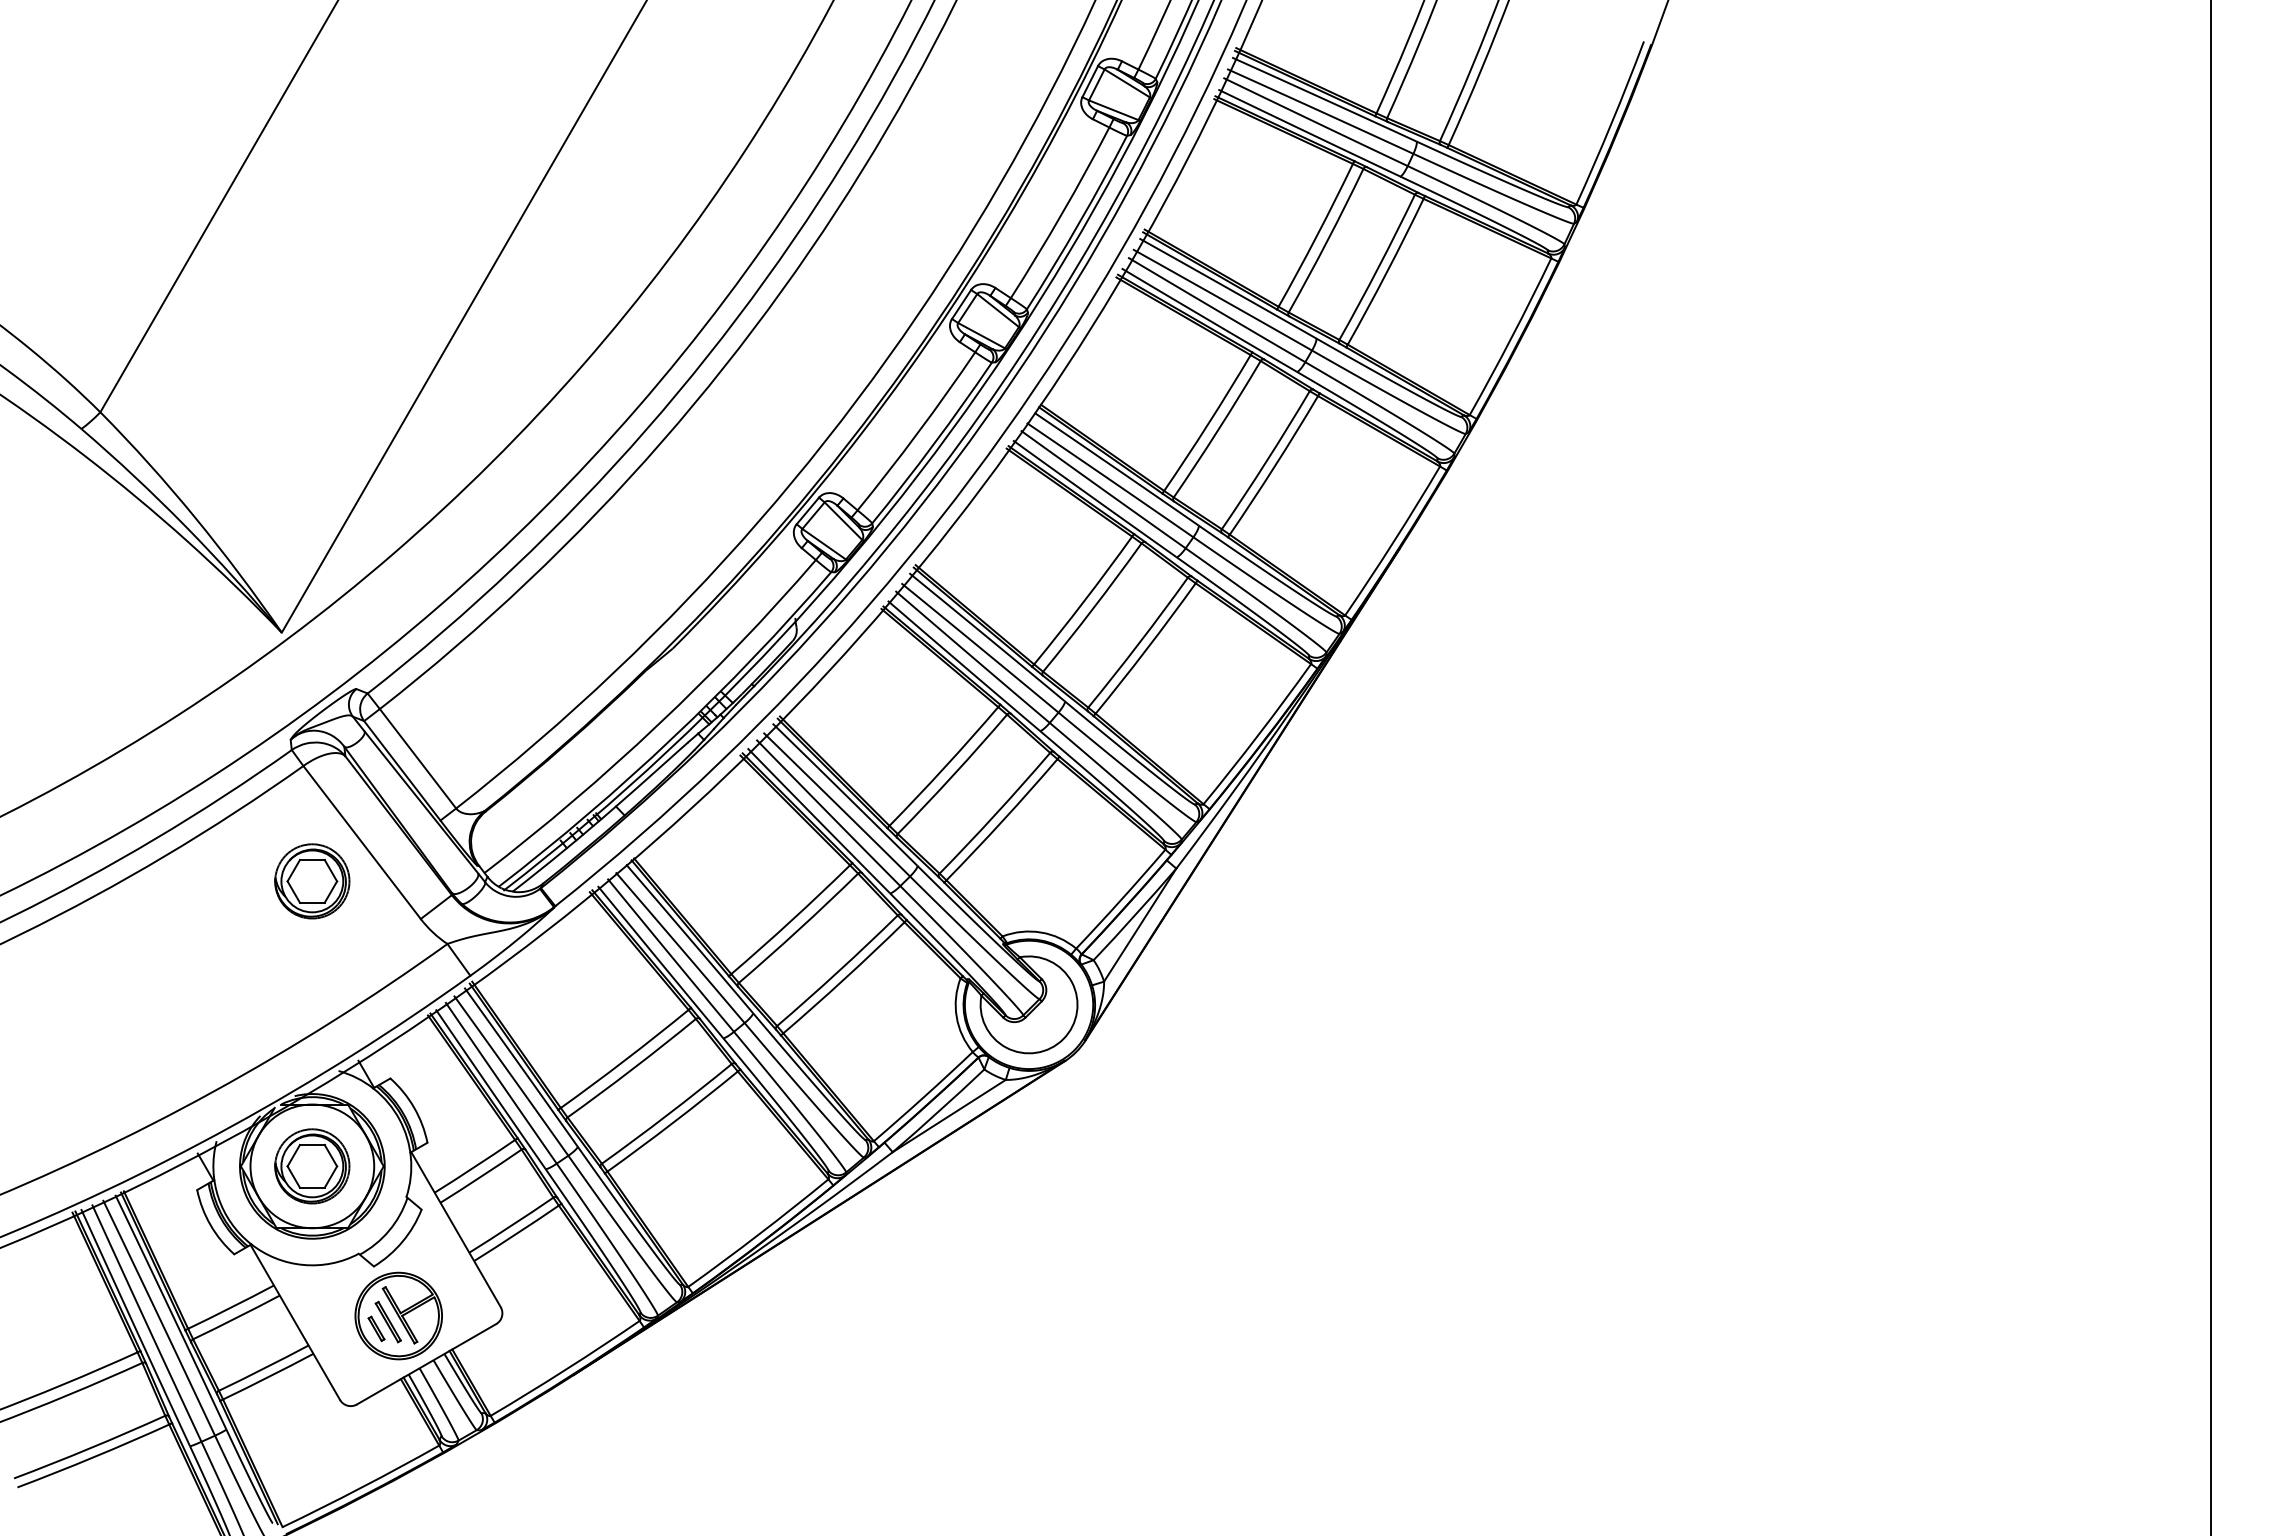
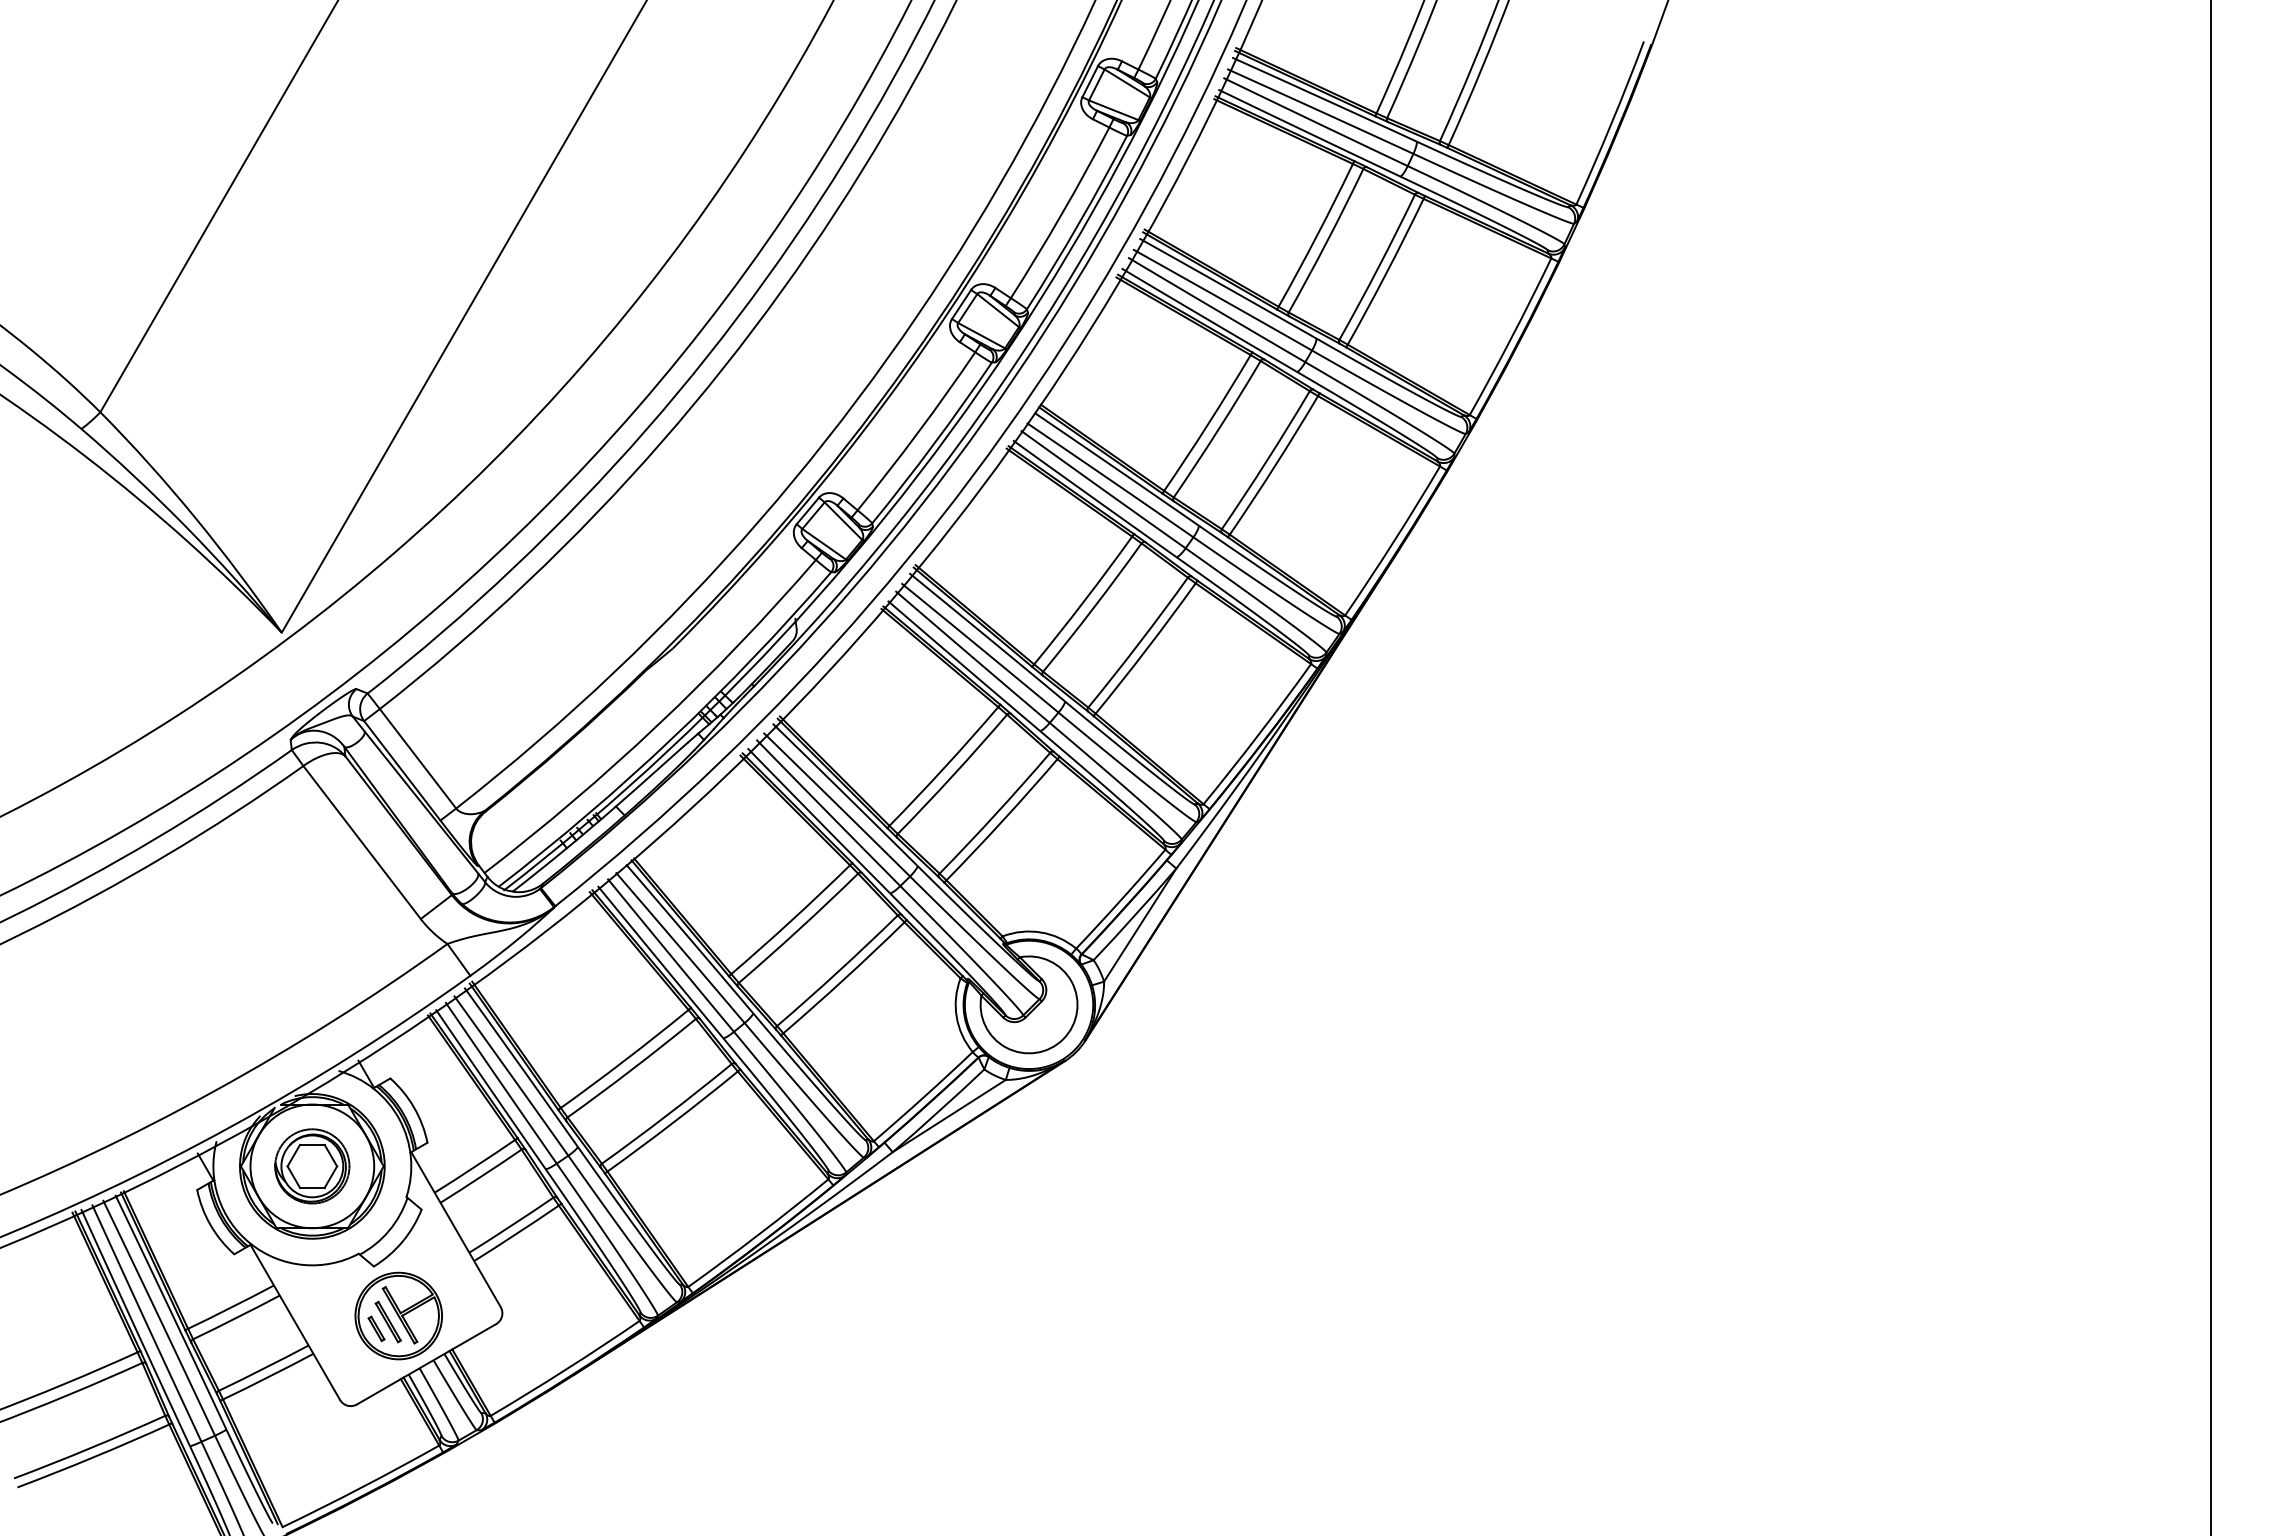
part at (312, 881): present -> none
